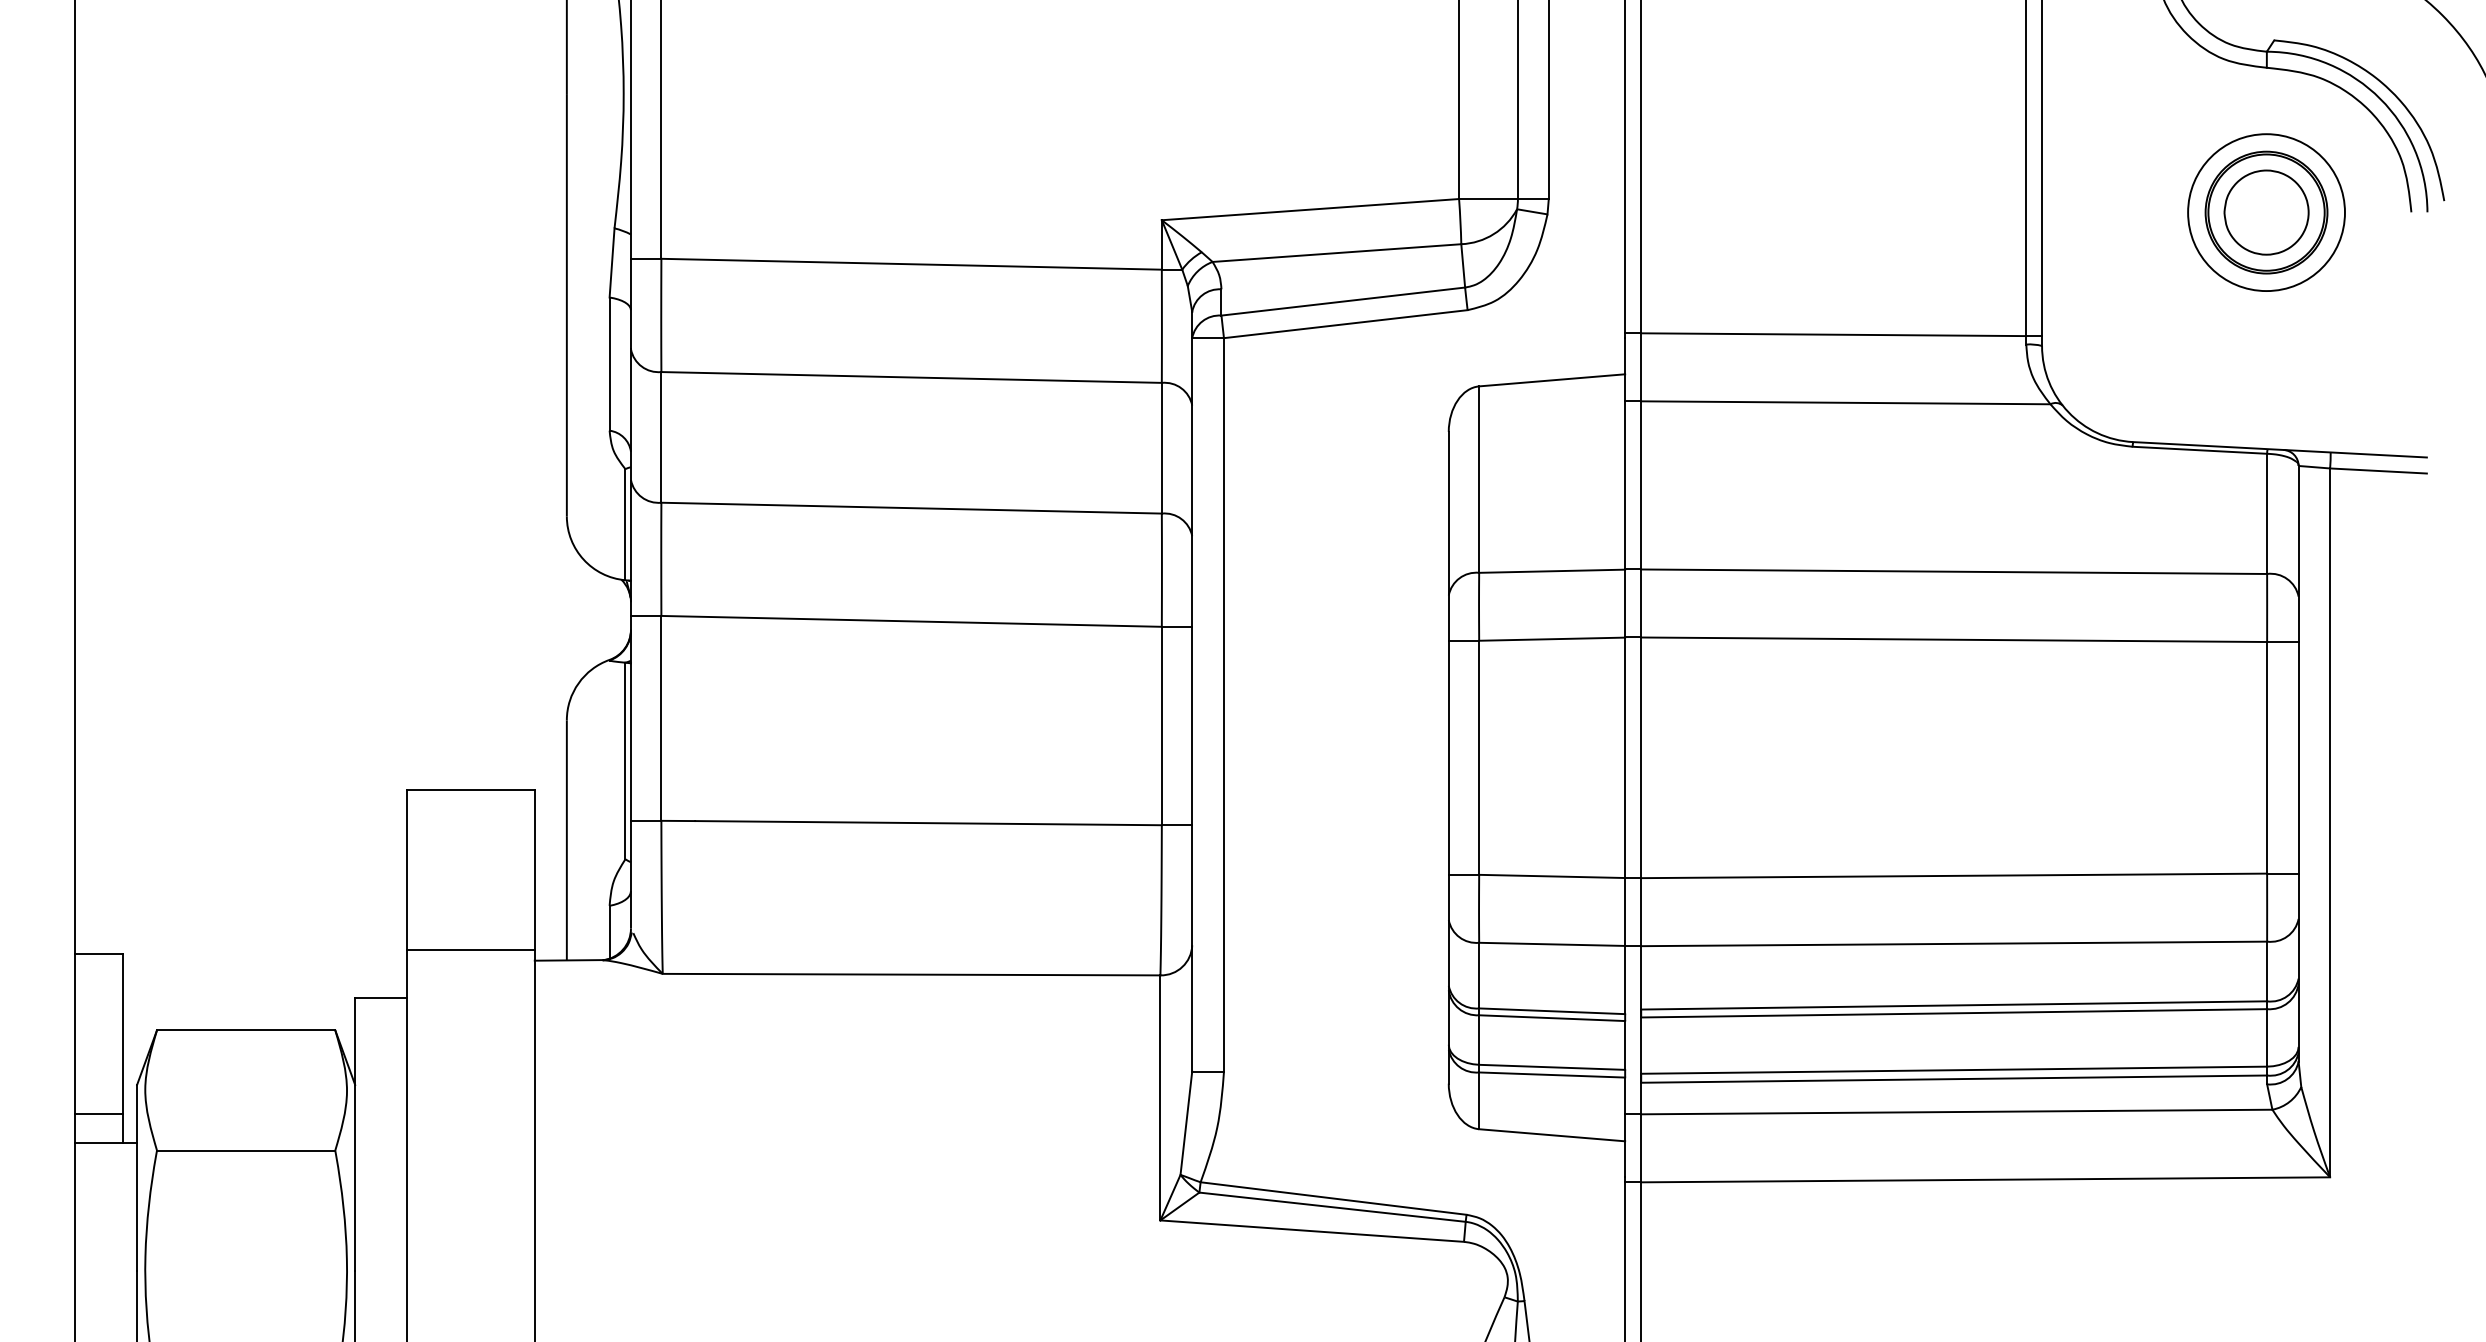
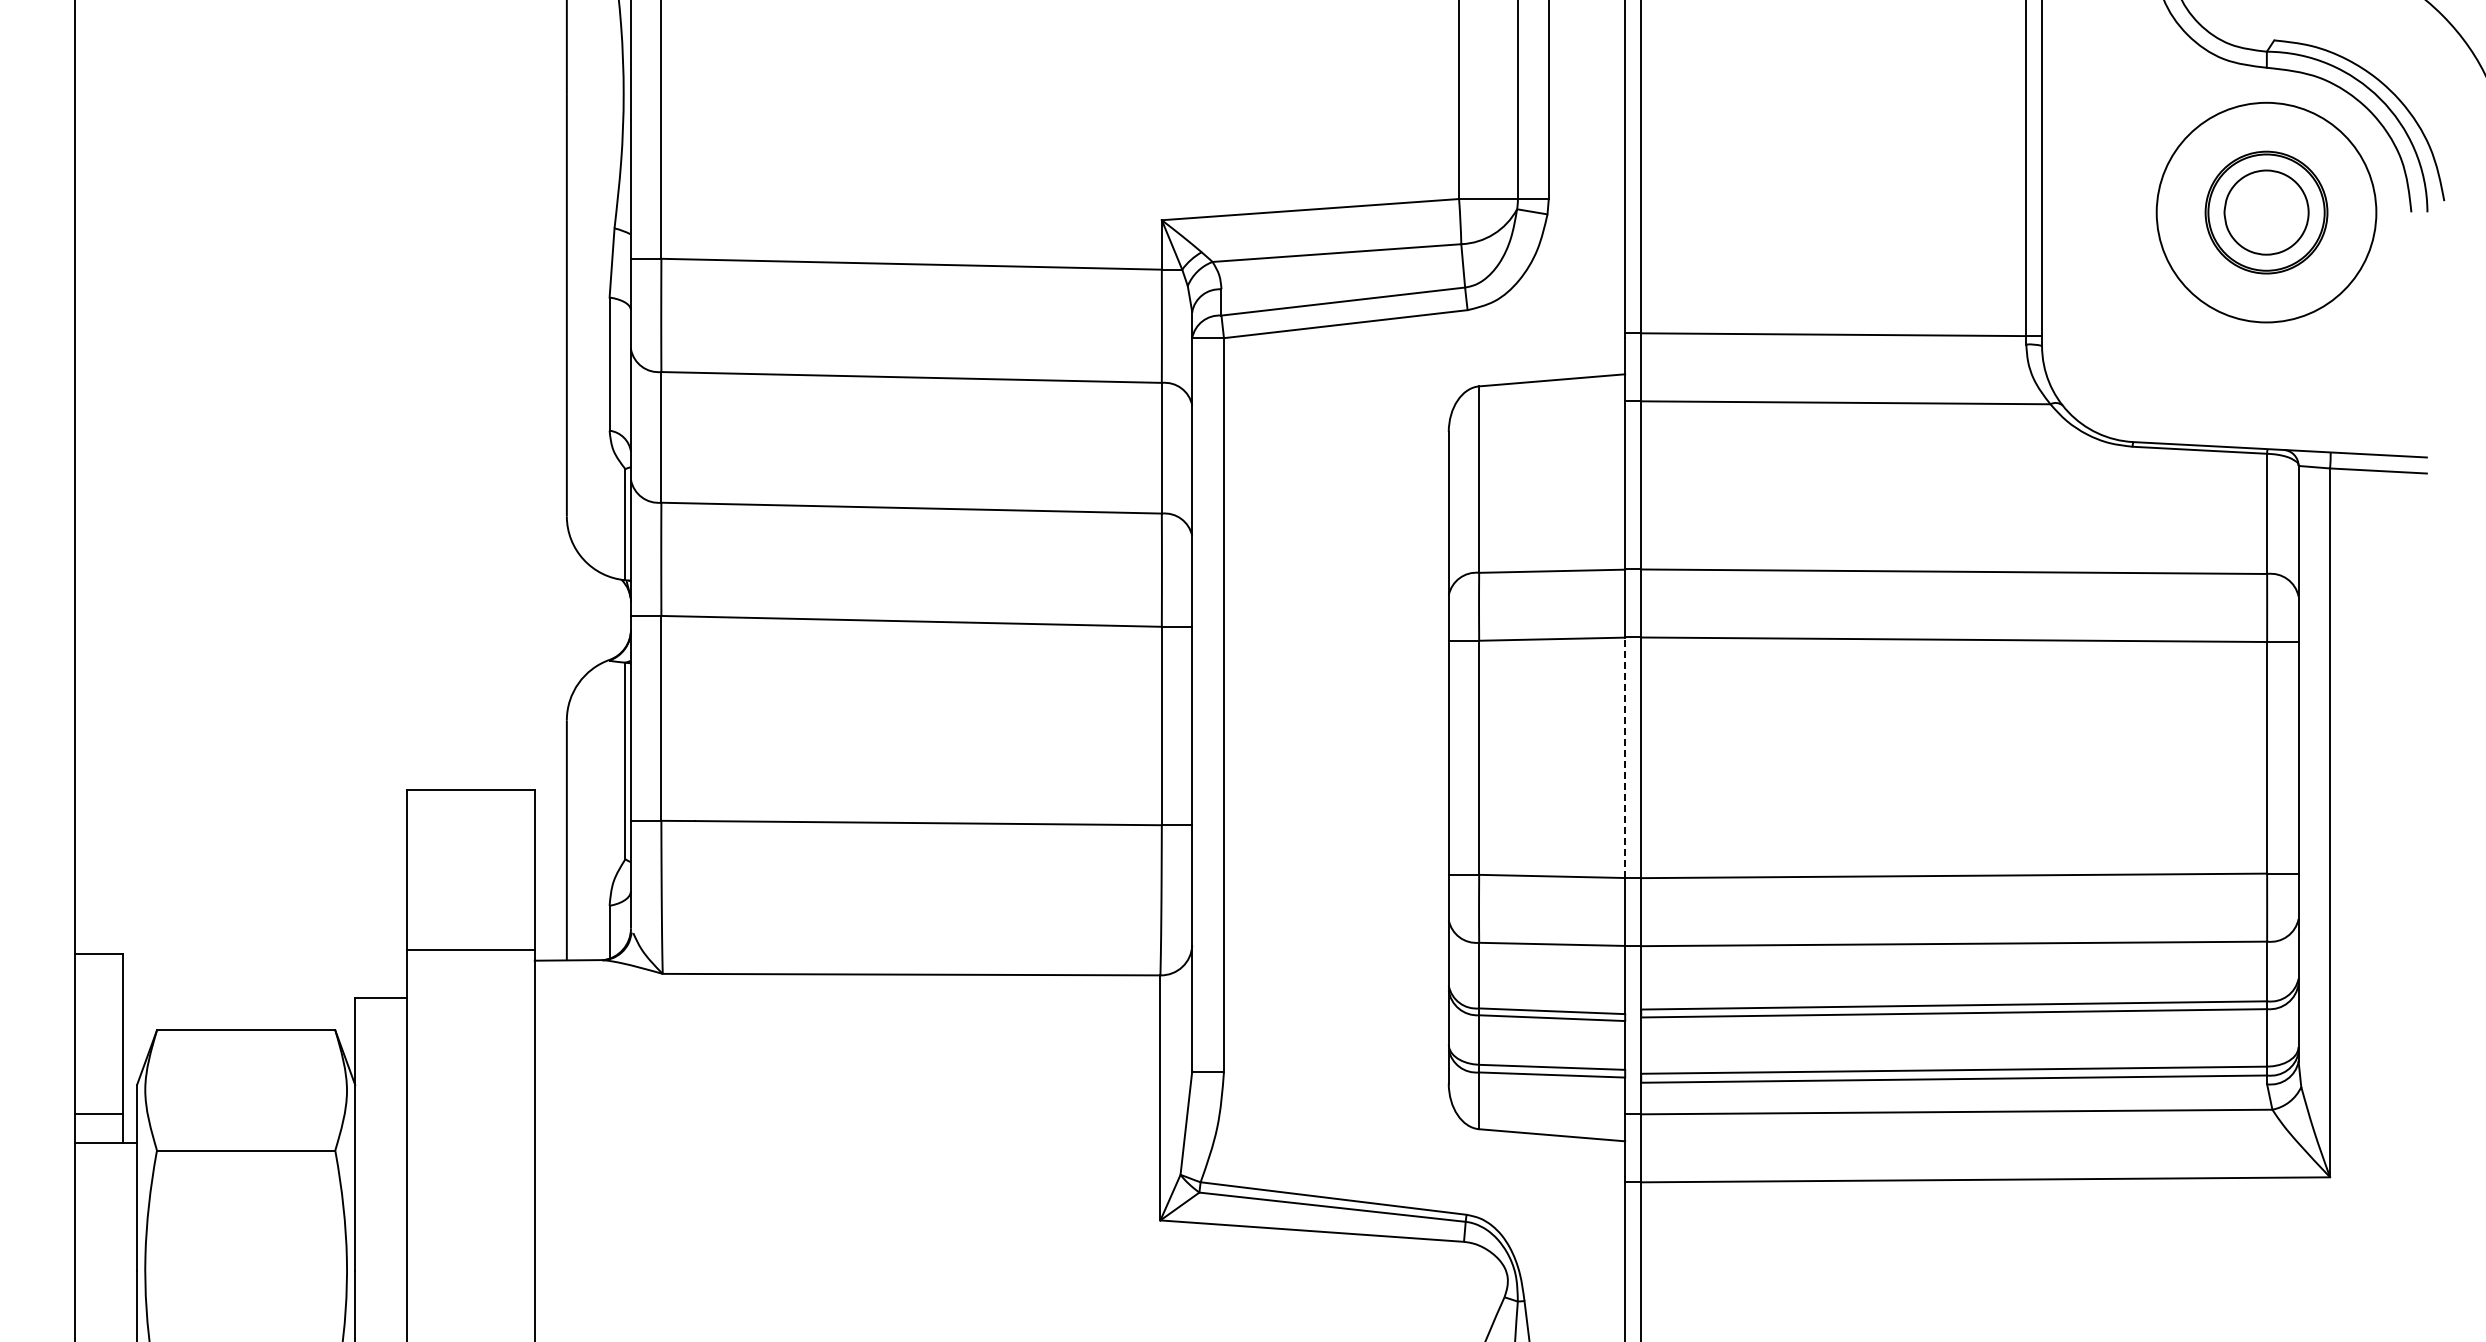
circle at (2266, 212) diameter: 157 px -> 220 px
line at (1625, 757): solid -> dashed
